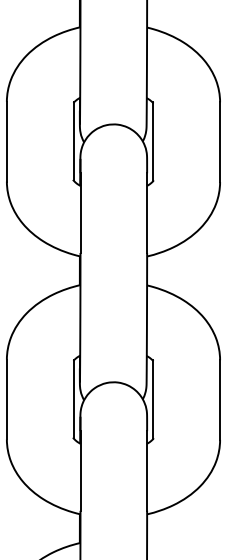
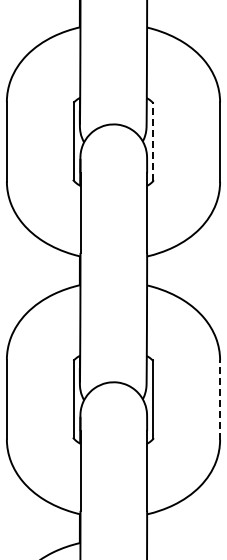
line at (153, 141): solid -> dashed
line at (220, 400): solid -> dashed
